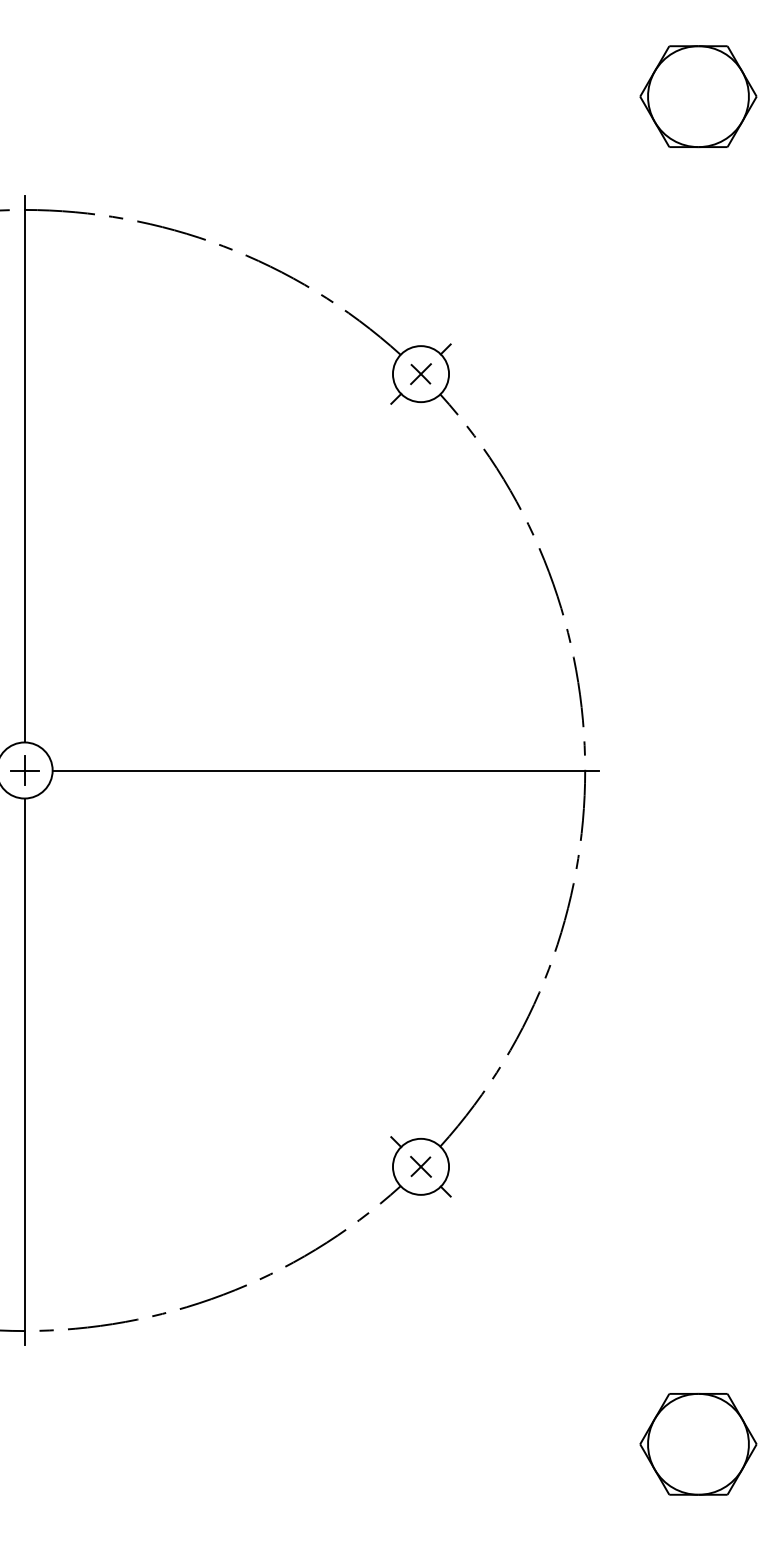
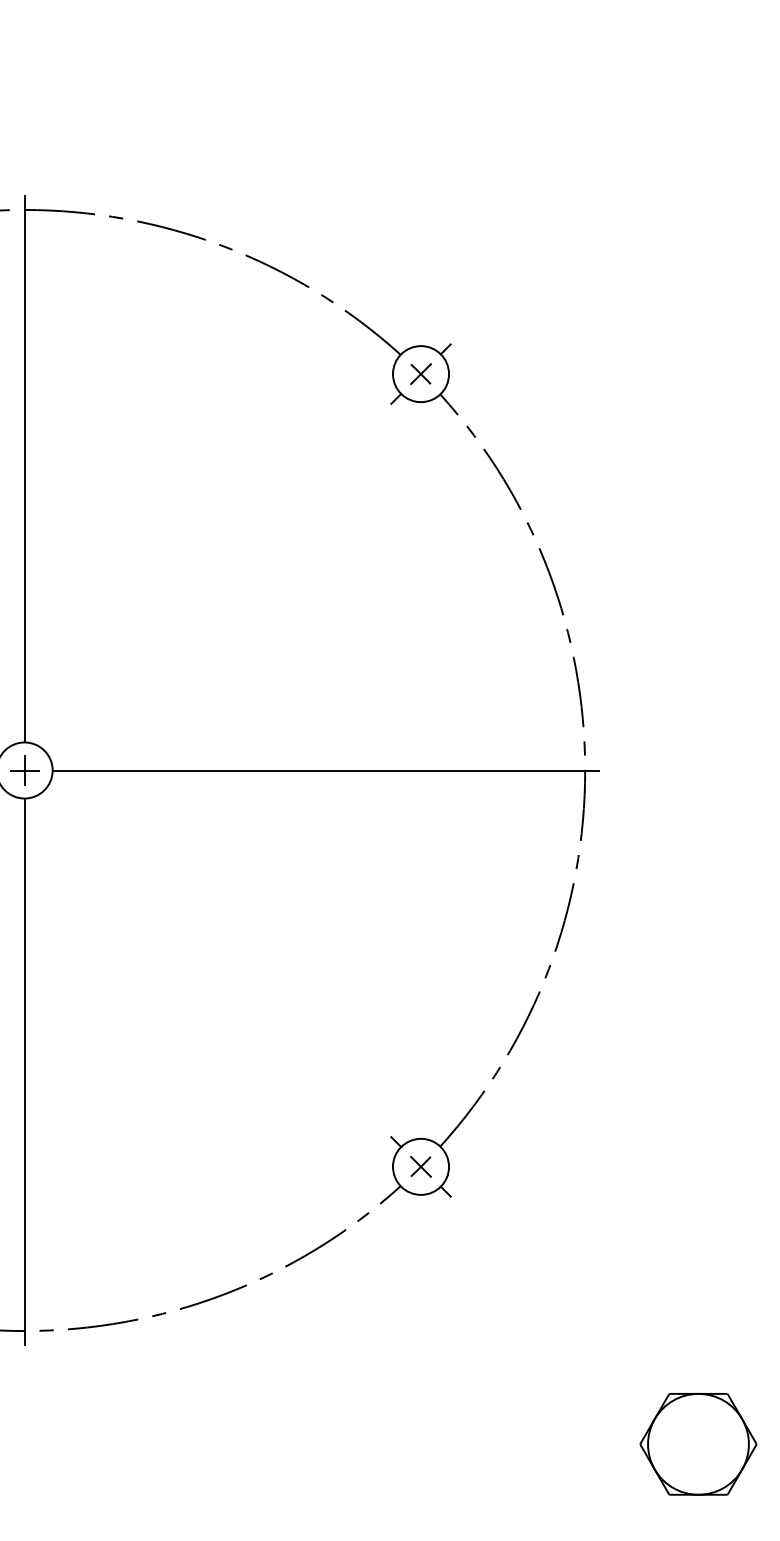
part at (698, 96): present -> none
